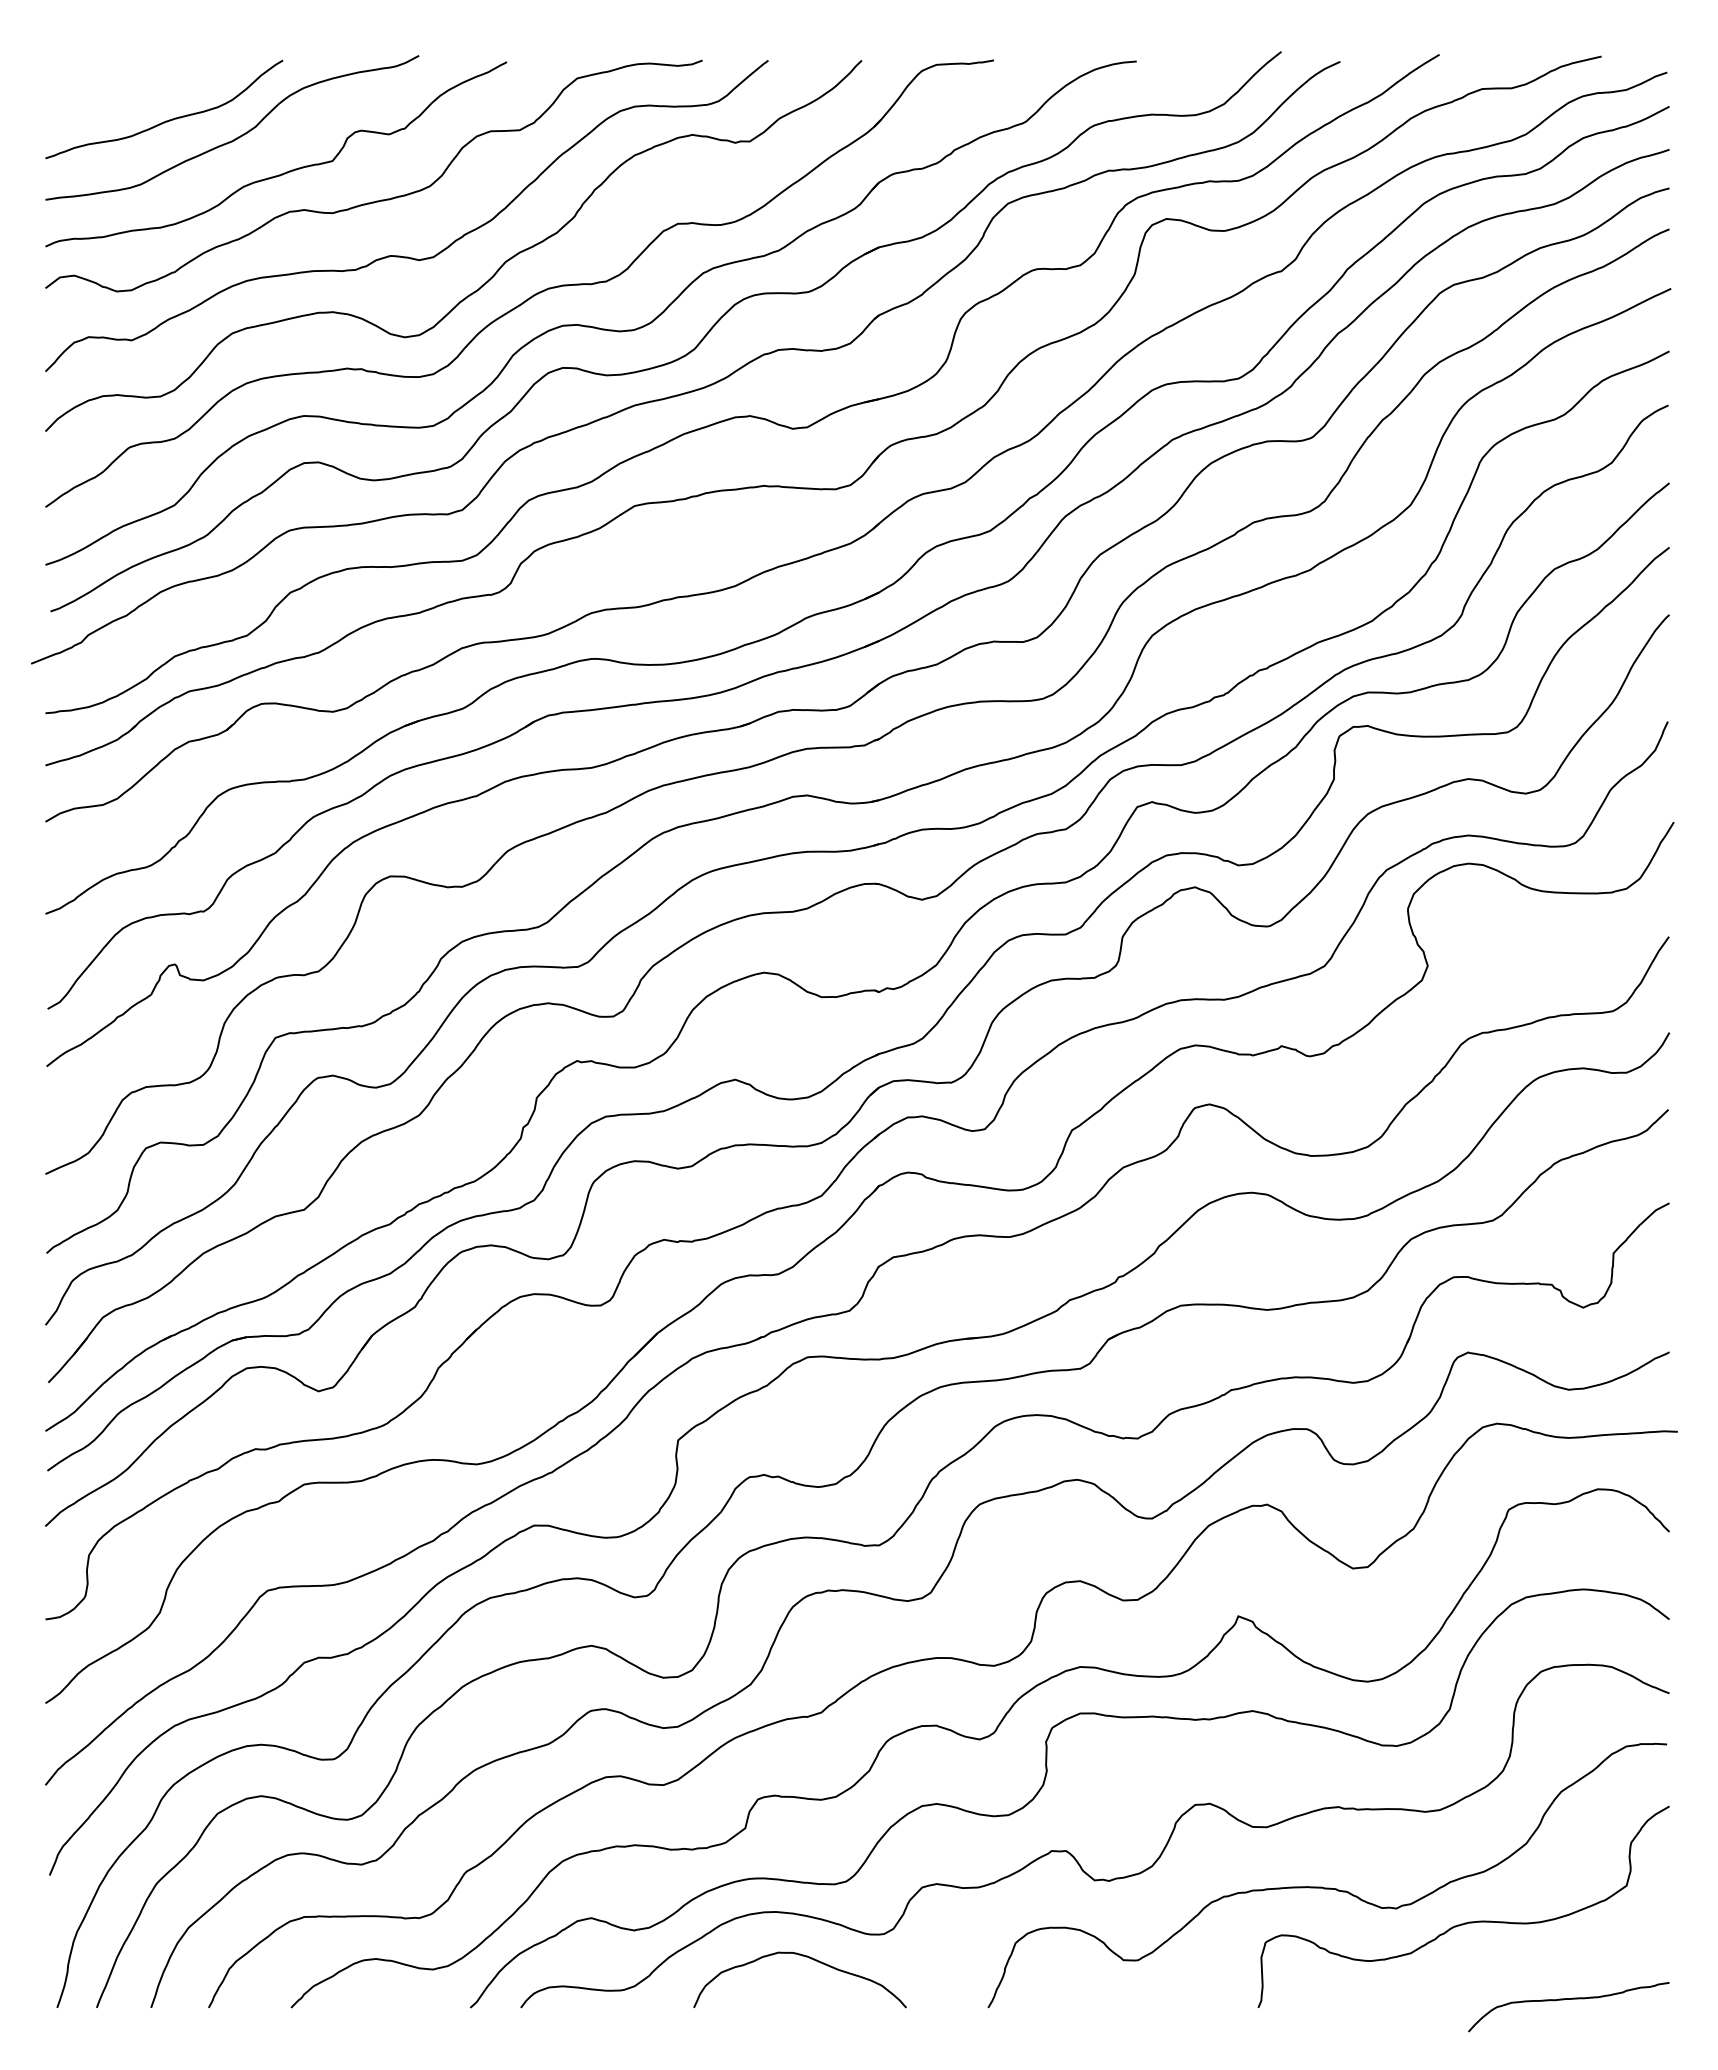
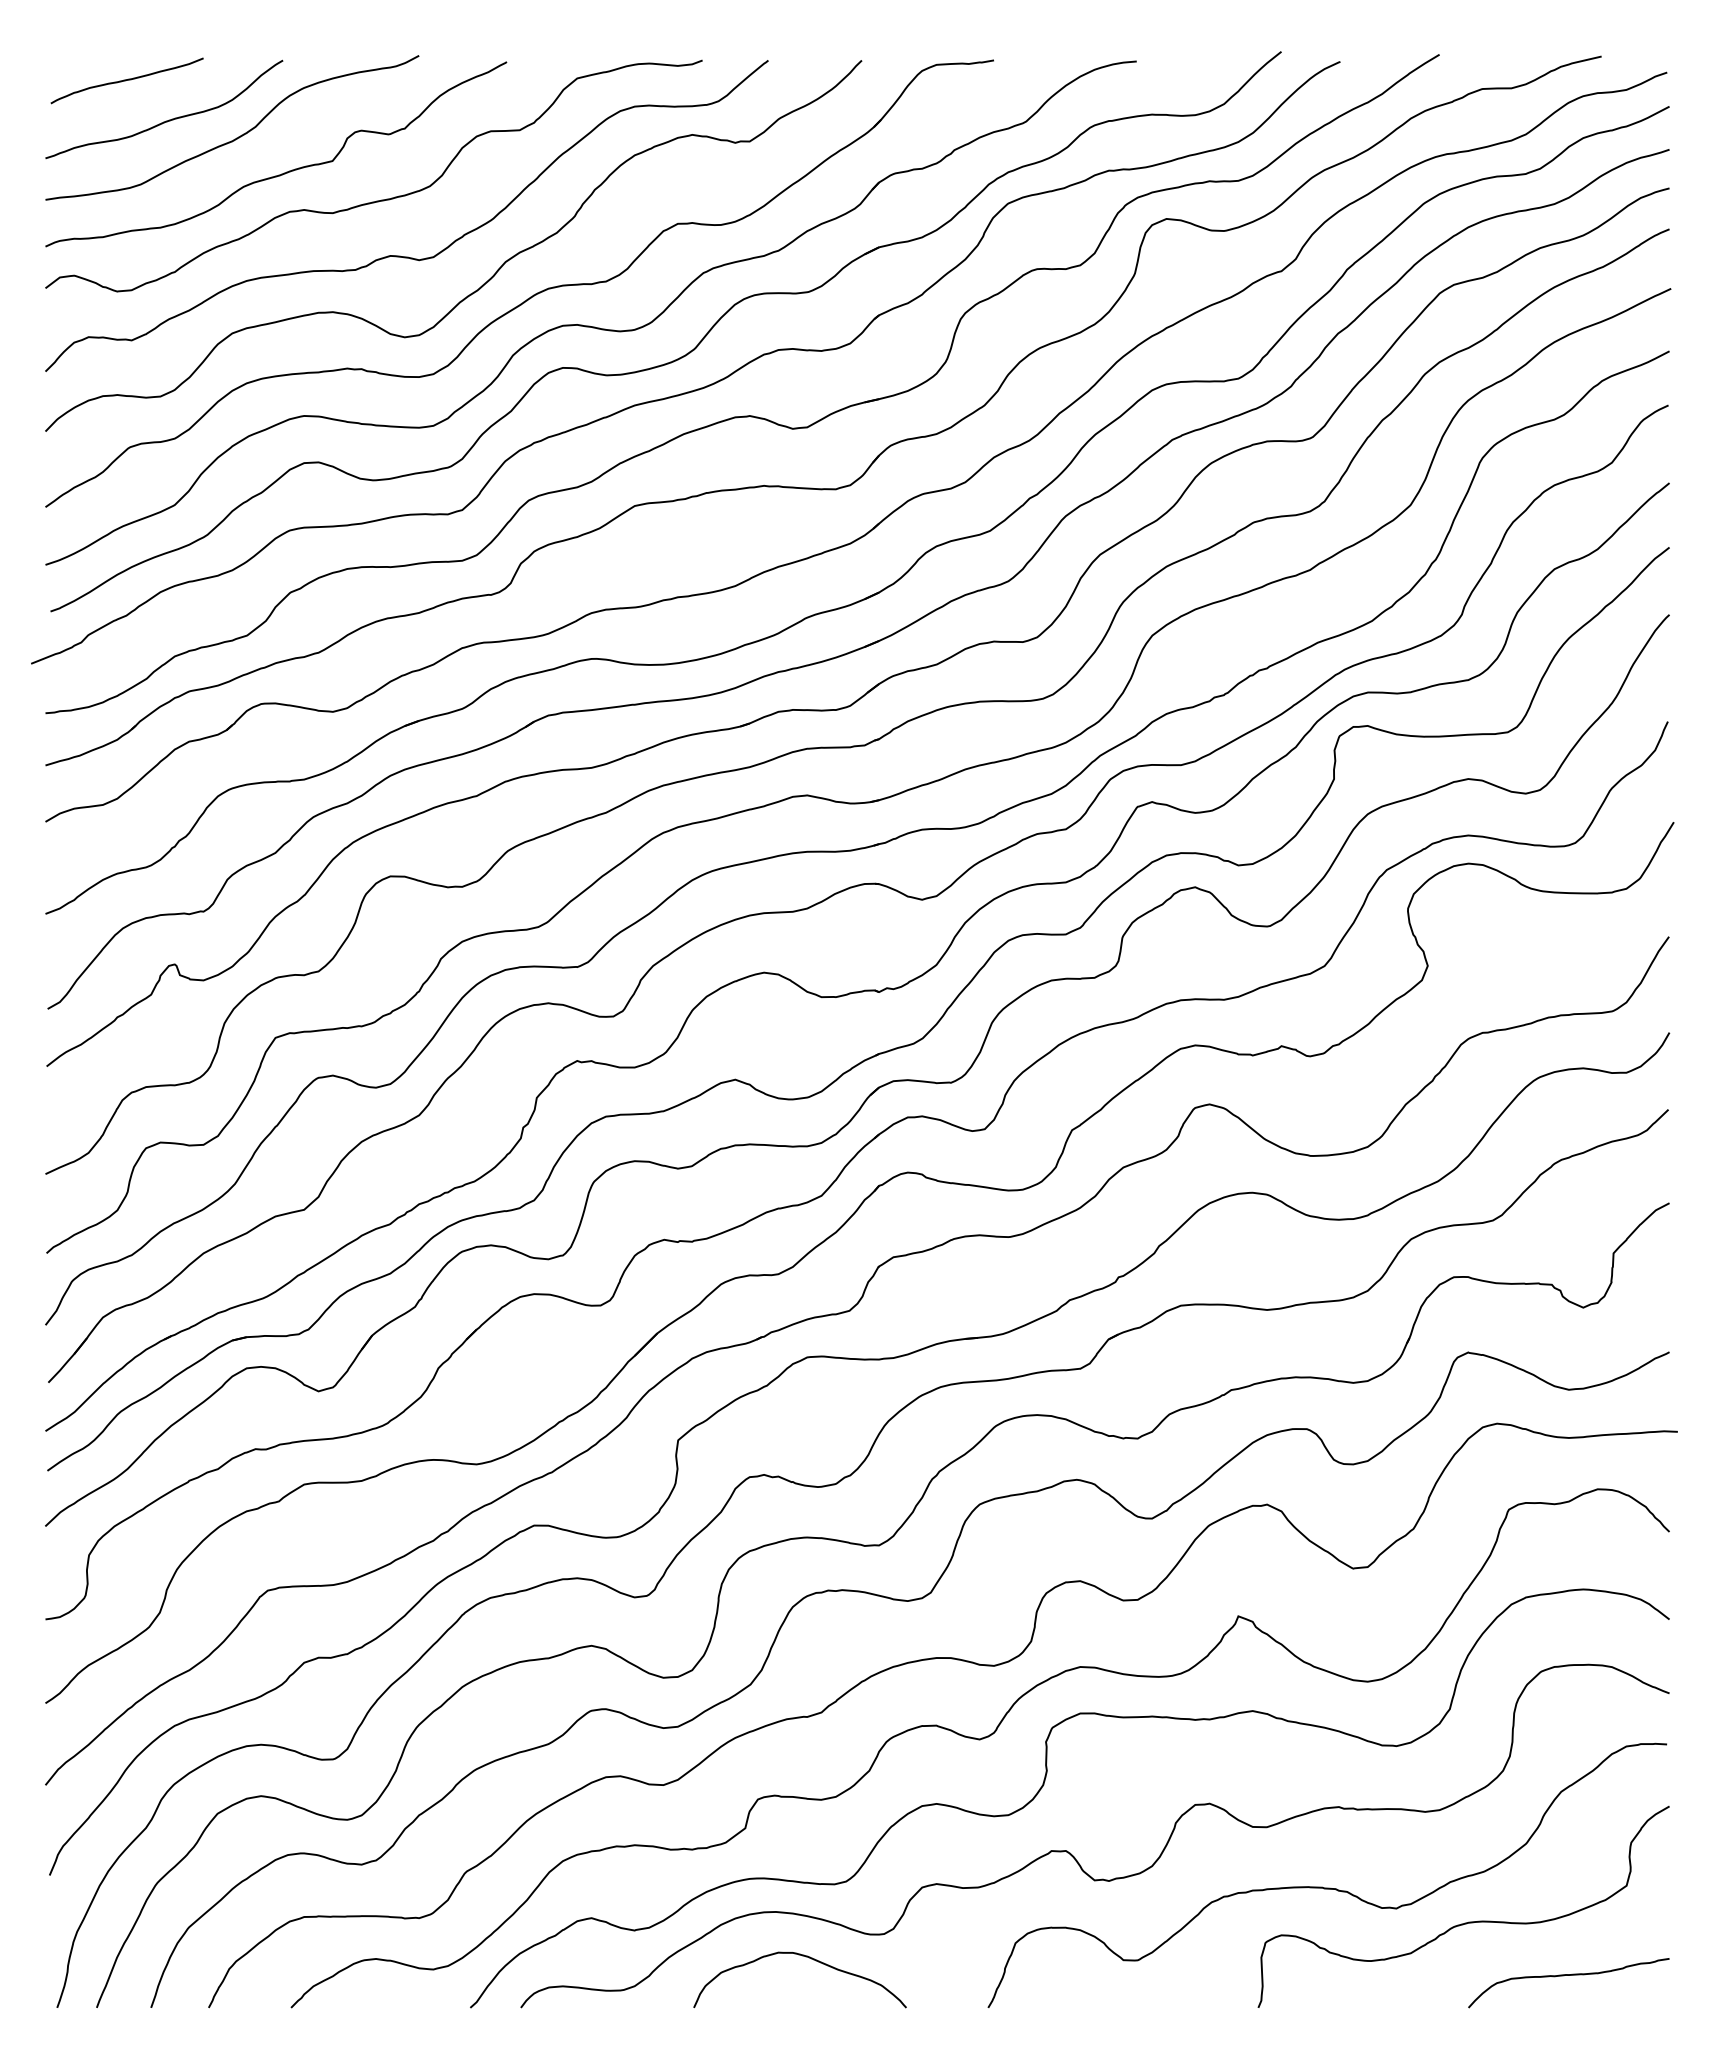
curve at (126, 80): none -> present
curve at (1568, 1999) position: (1568, 1999) -> (1568, 1975)
